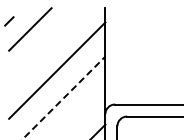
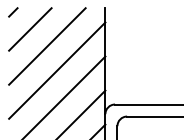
line at (9, 21) position: (9, 21) -> (13, 12)
line at (47, 46): none -> present
line at (63, 98): dashed -> solid
line at (82, 113): none -> present
